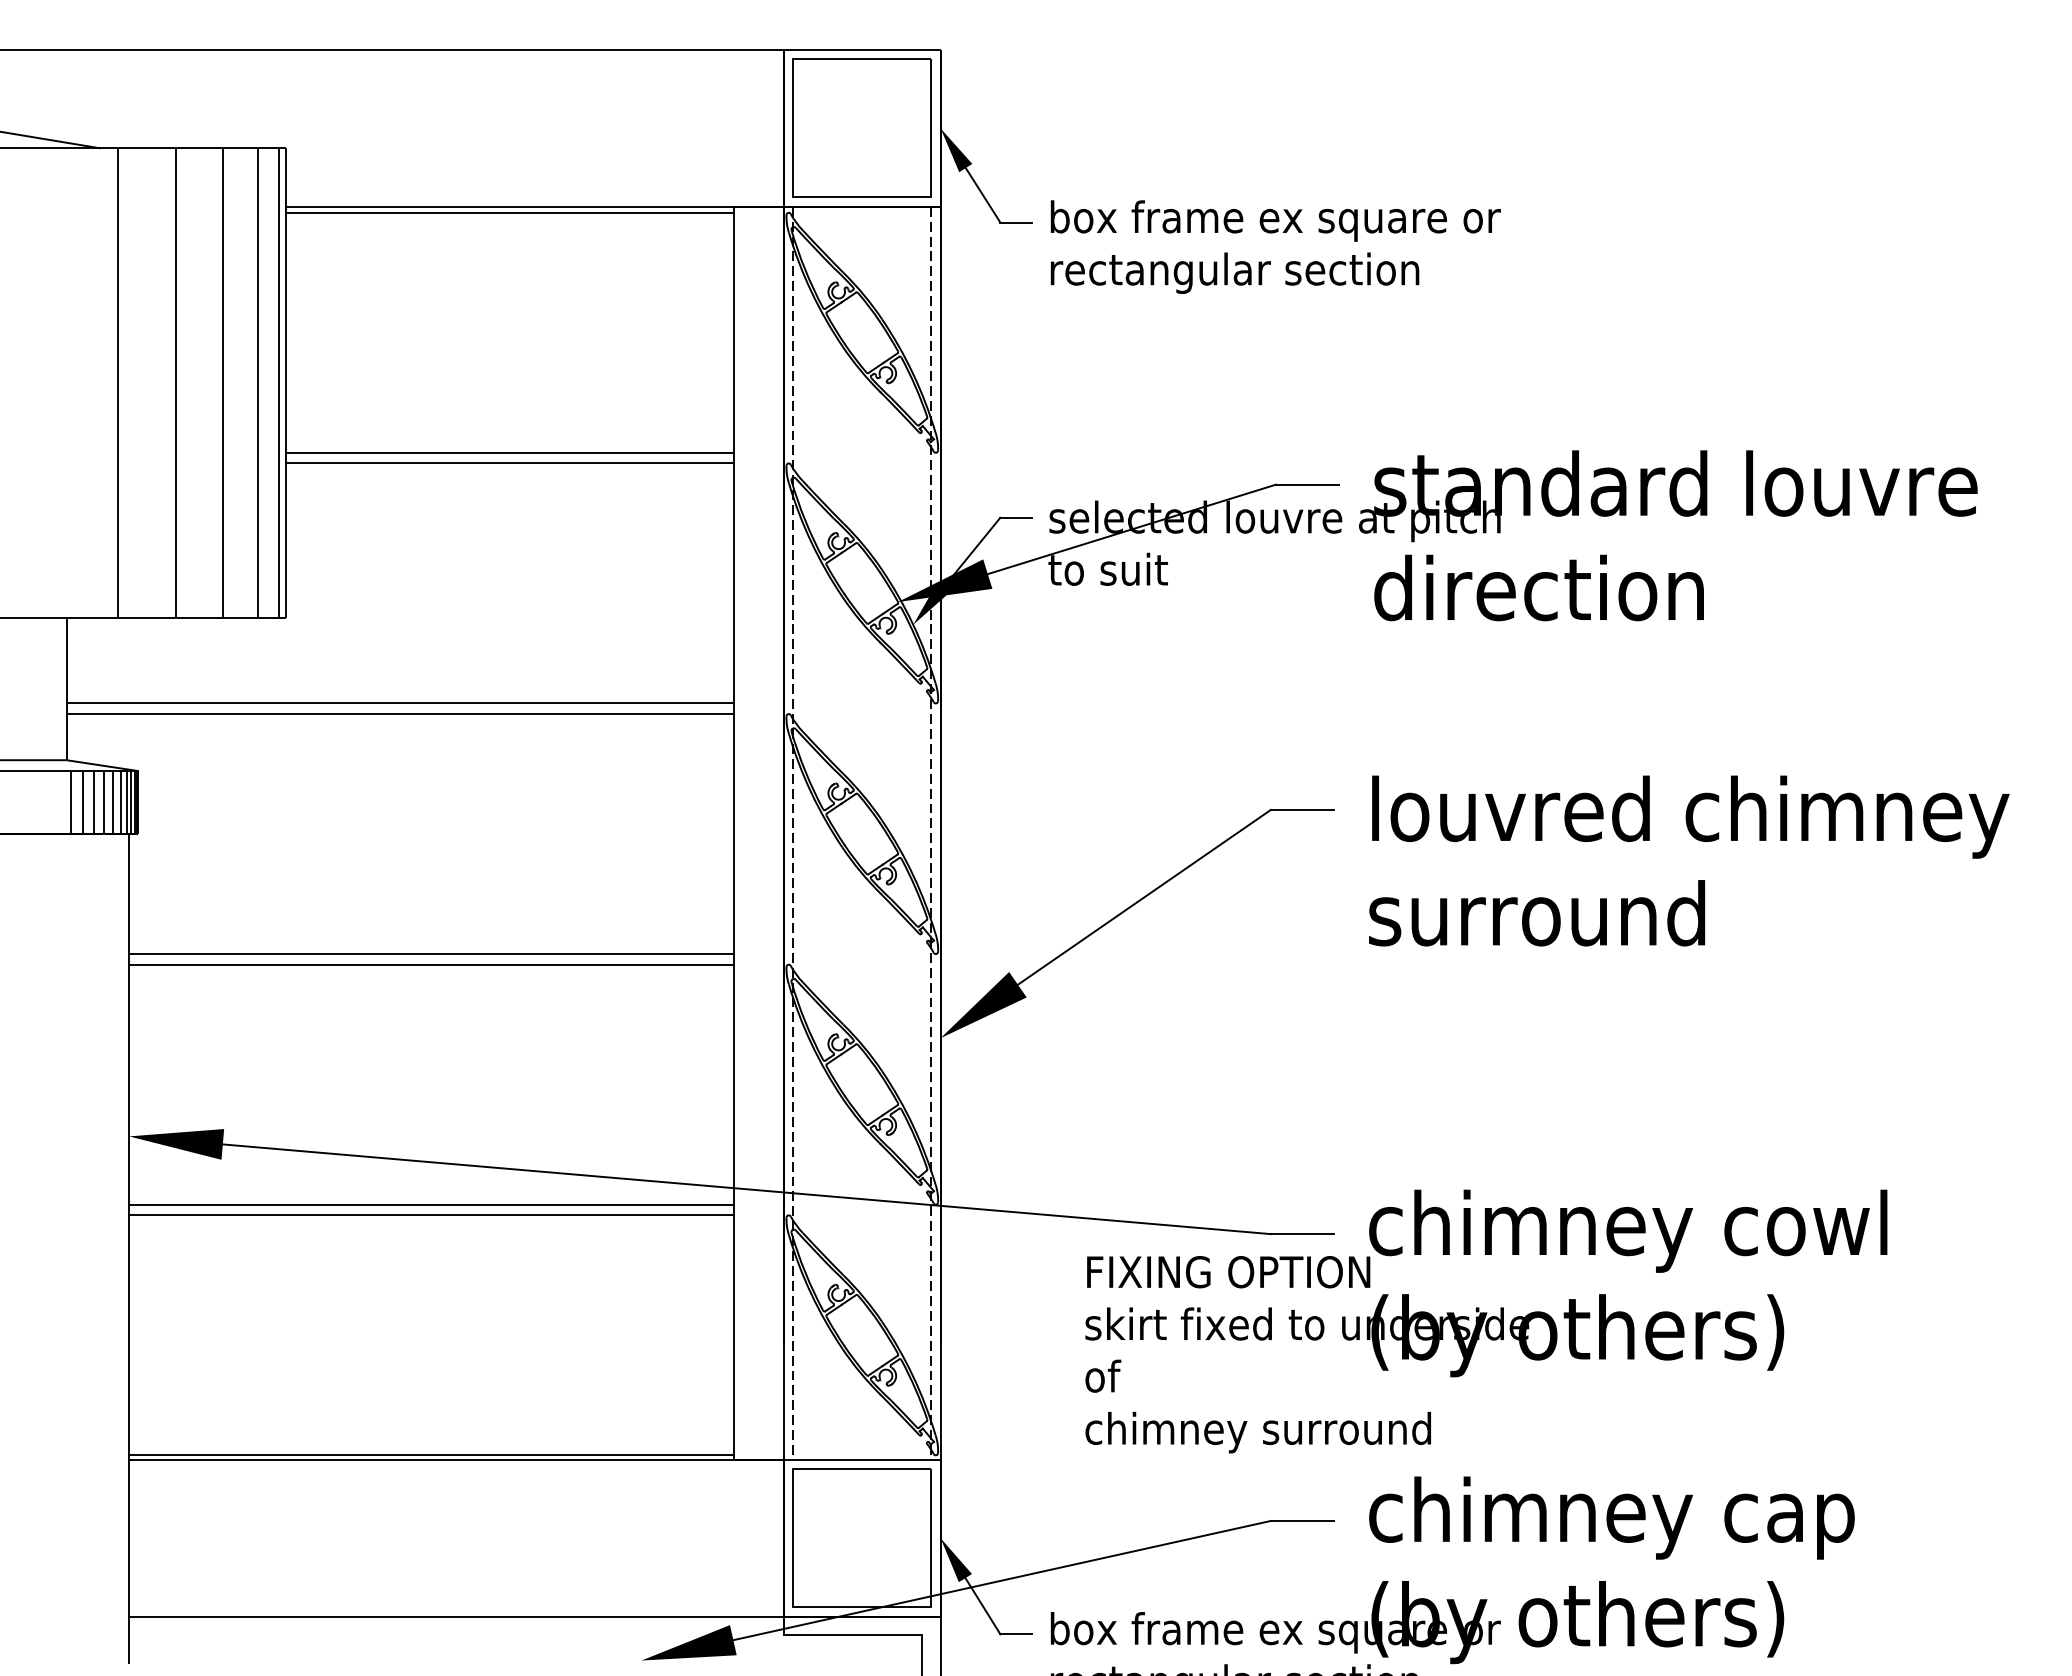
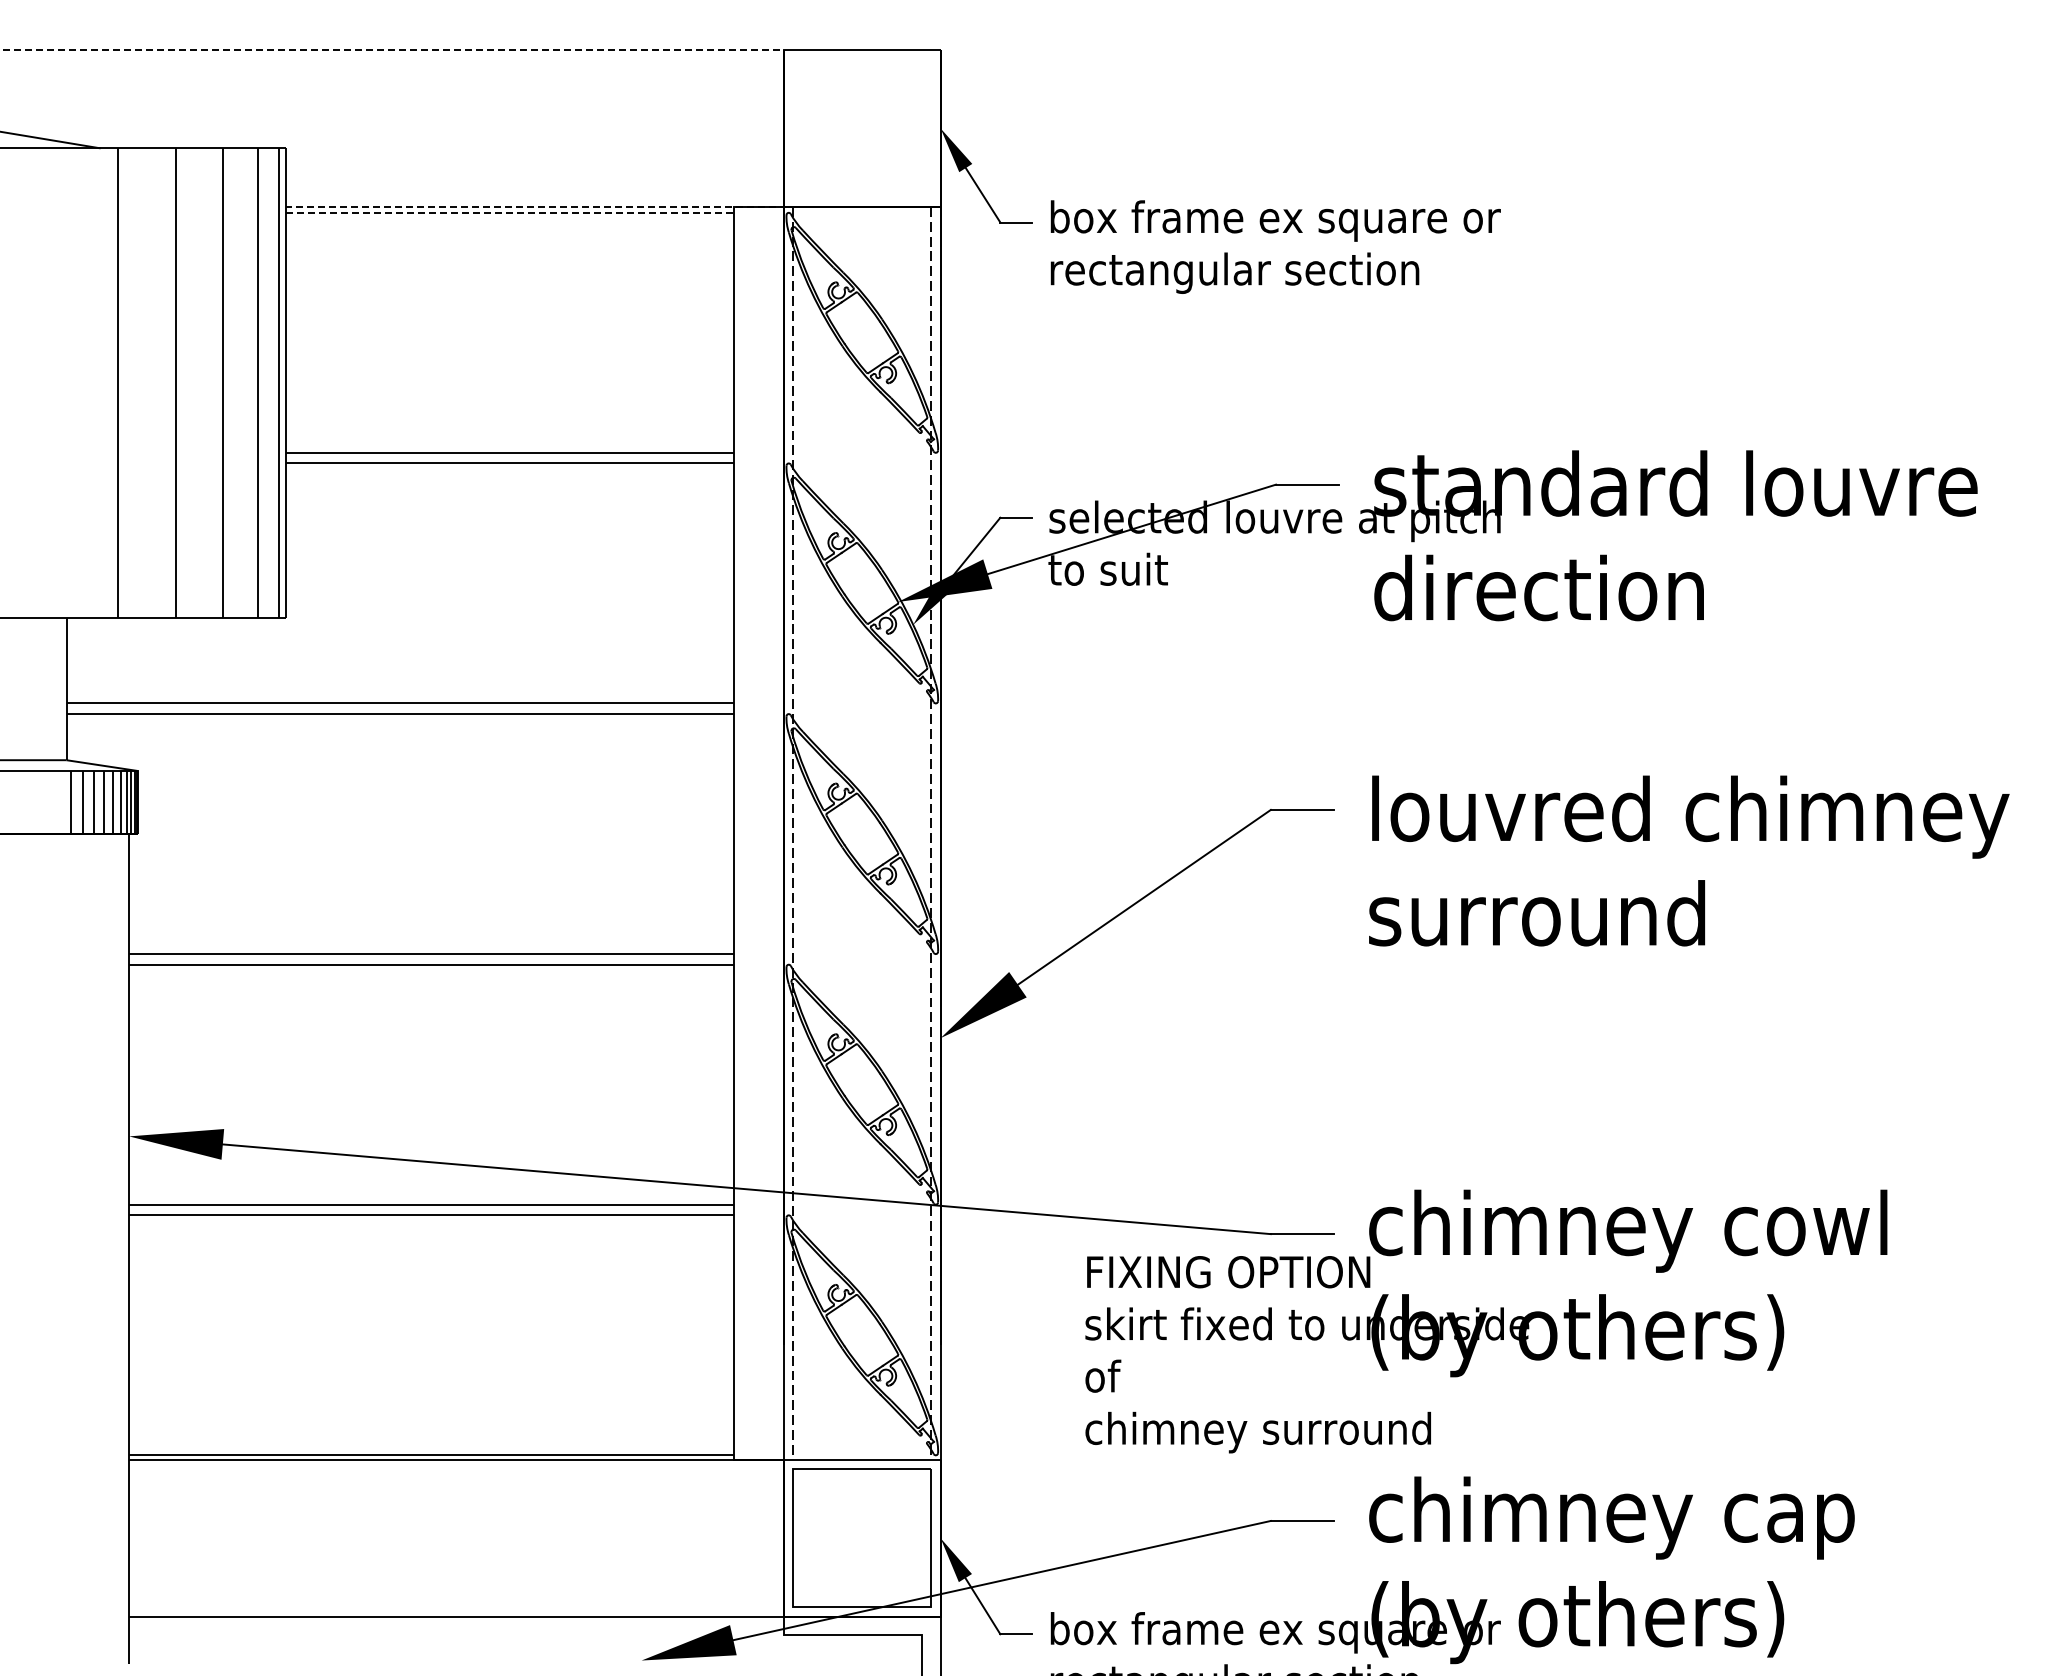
line at (721, 50): solid -> dashed
part at (861, 127): present -> none
line at (510, 212): solid -> dashed
